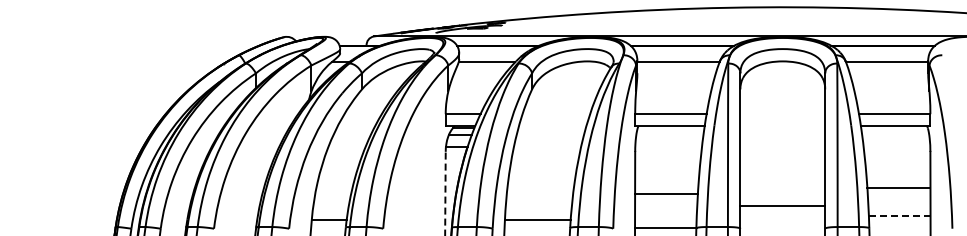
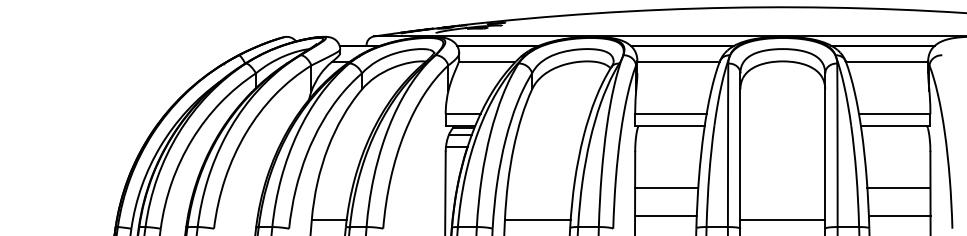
line at (445, 193): dashed -> solid
line at (666, 194) position: (666, 194) -> (666, 188)
line at (782, 205) position: (782, 205) -> (782, 219)
line at (899, 216): dashed -> solid
line at (665, 228) position: (665, 228) -> (665, 216)
